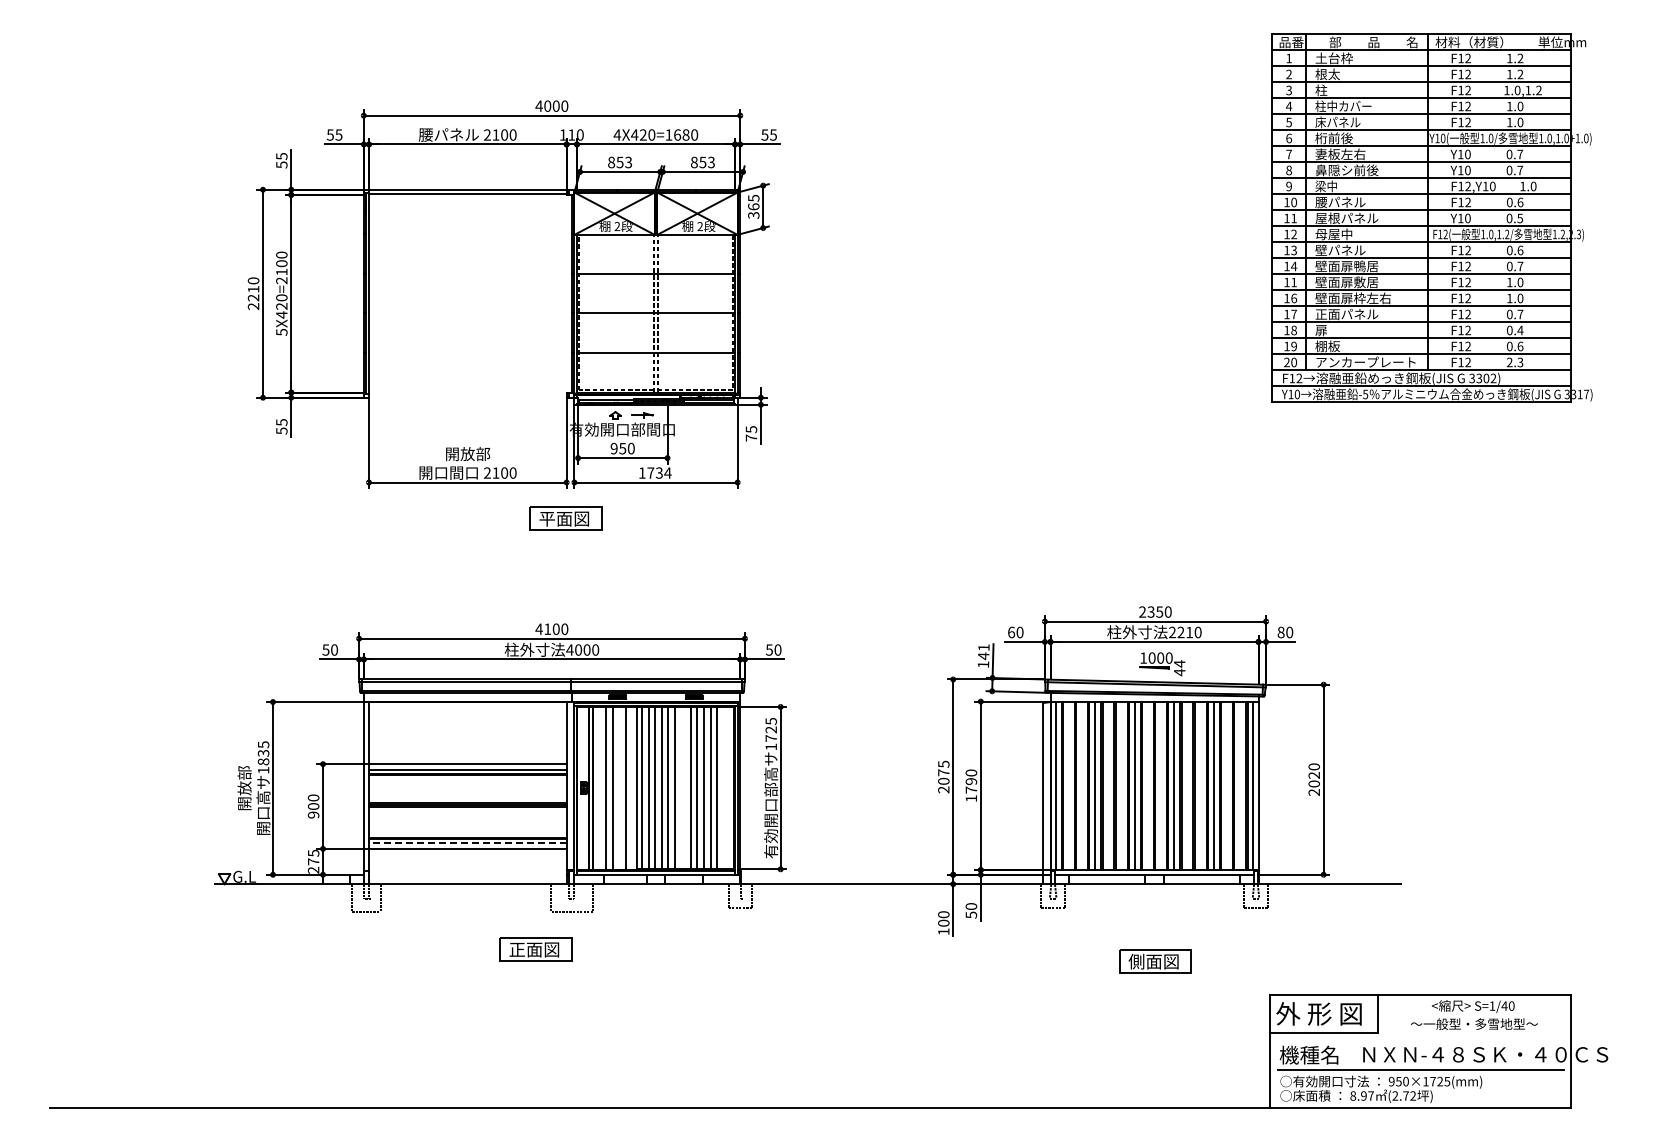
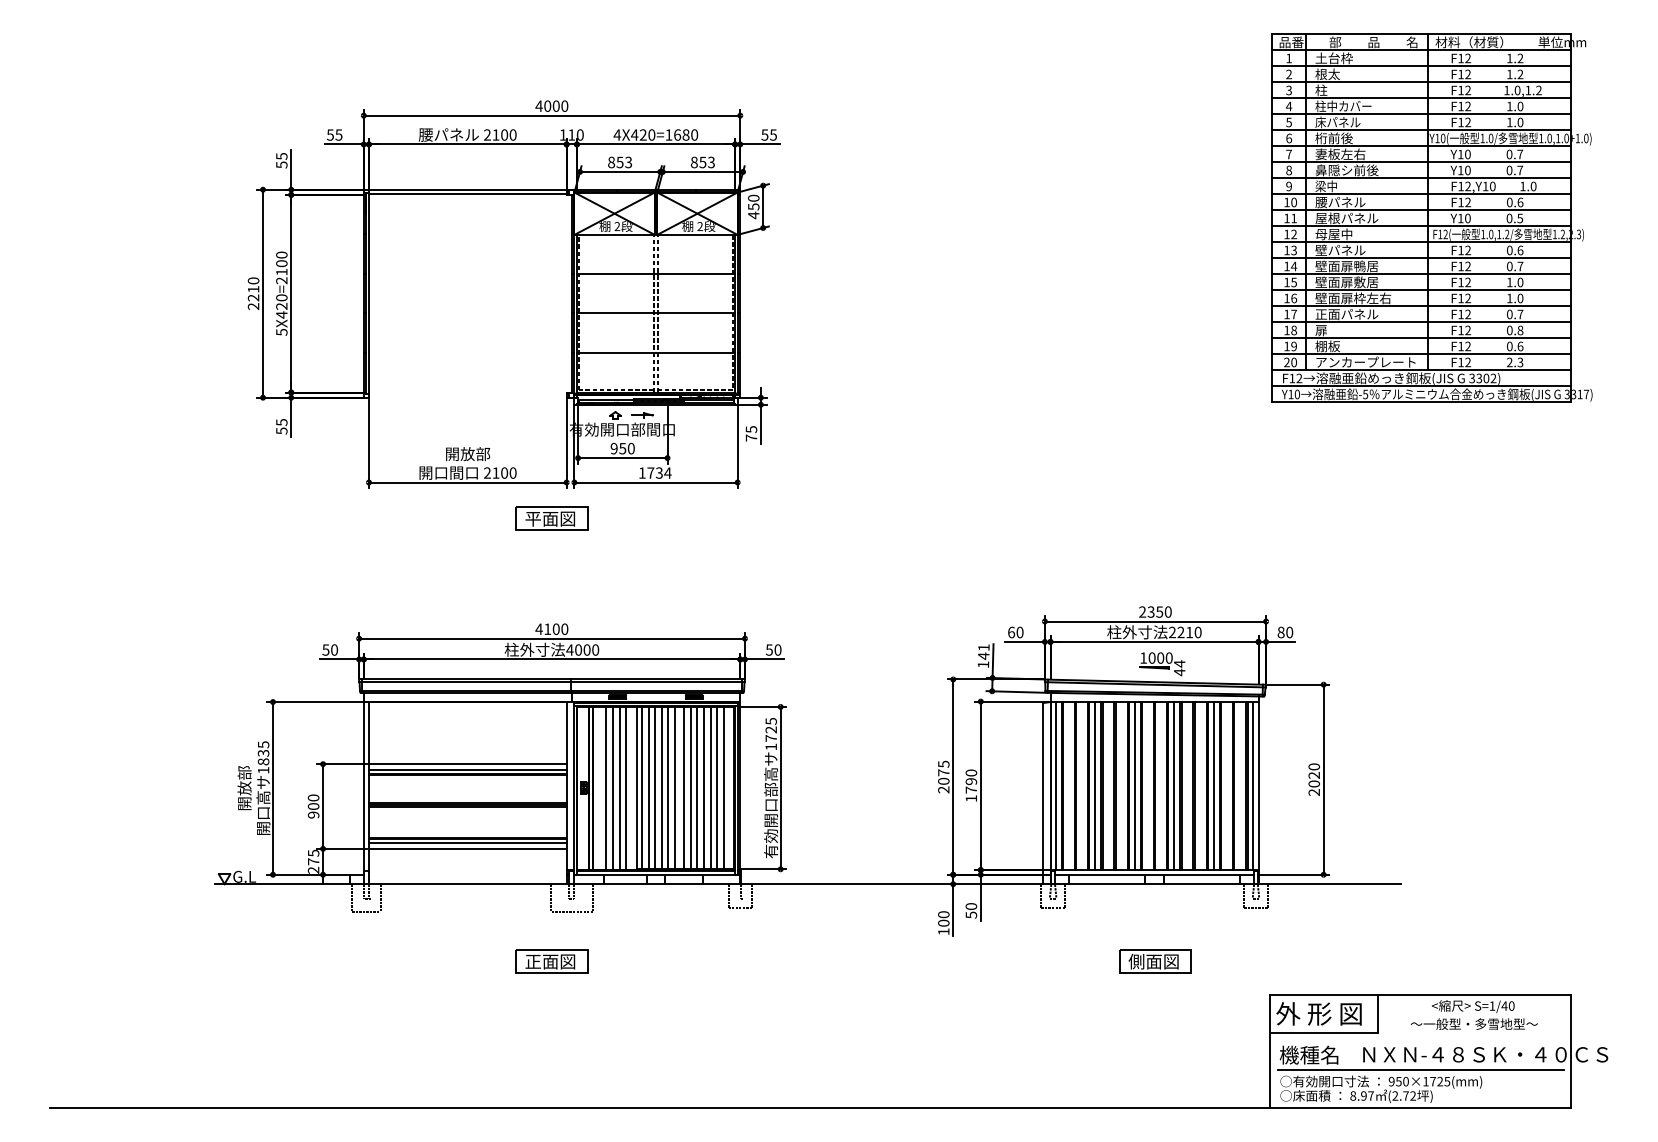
text at (753, 206): 365 -> 450
text at (1293, 282): 11 -> 15
text at (1520, 330): 0.4 -> 0.8
part at (565, 518) position: (565, 518) -> (551, 518)
line at (683, 787): none -> present
line at (723, 787): none -> present
line at (619, 788): none -> present
line at (467, 843): dashed -> solid
part at (535, 949) position: (535, 949) -> (551, 961)
